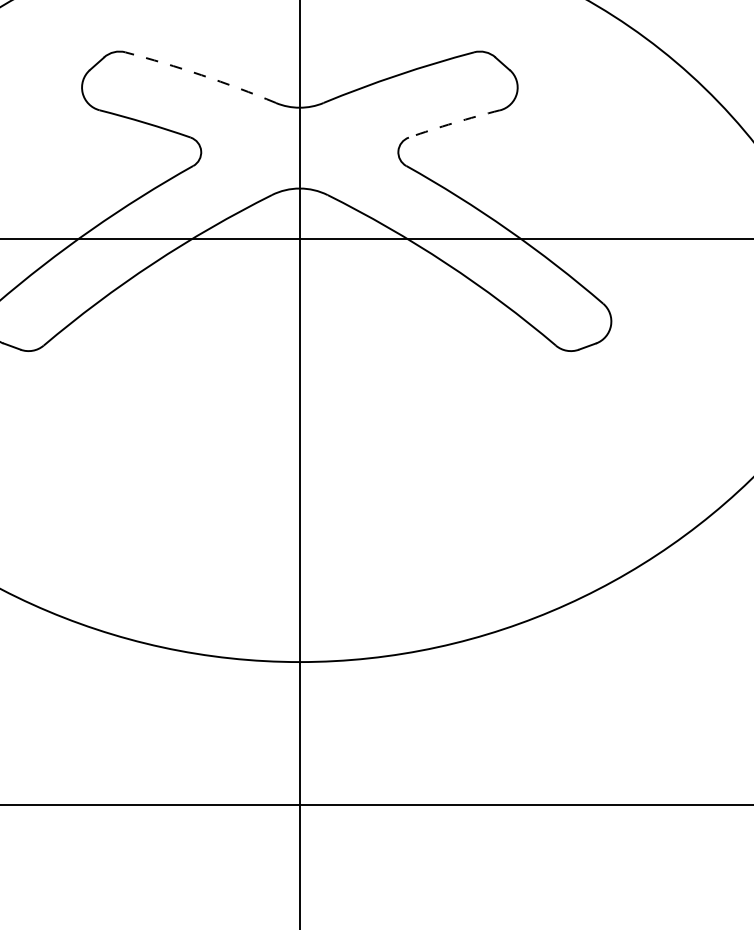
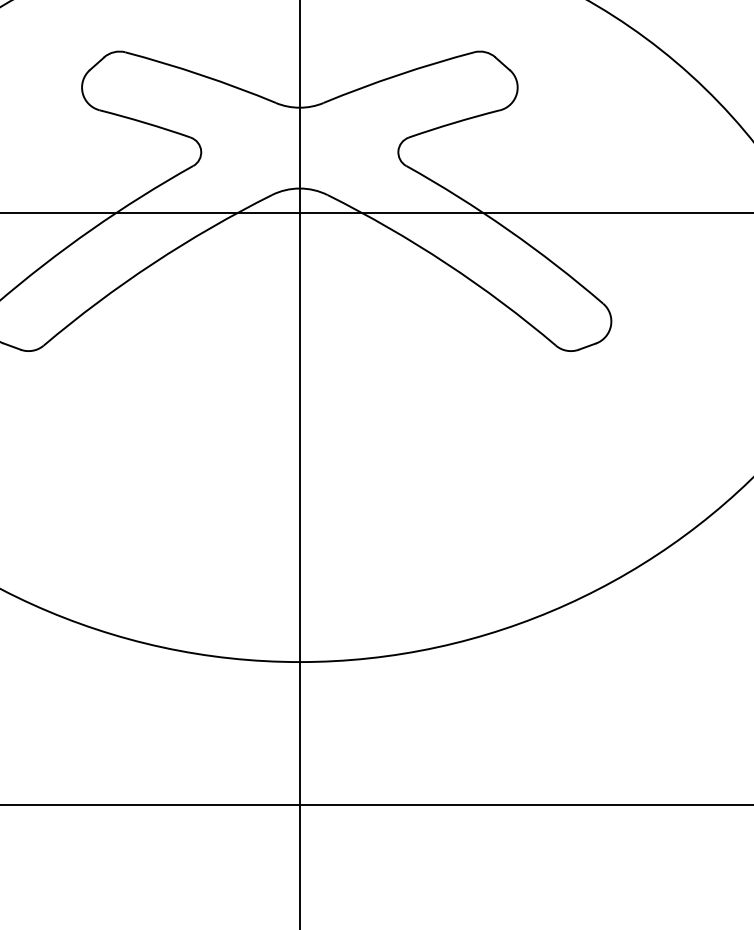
arc at (201, 75): dashed -> solid
arc at (454, 122): dashed -> solid
line at (376, 238) position: (376, 238) -> (376, 212)
